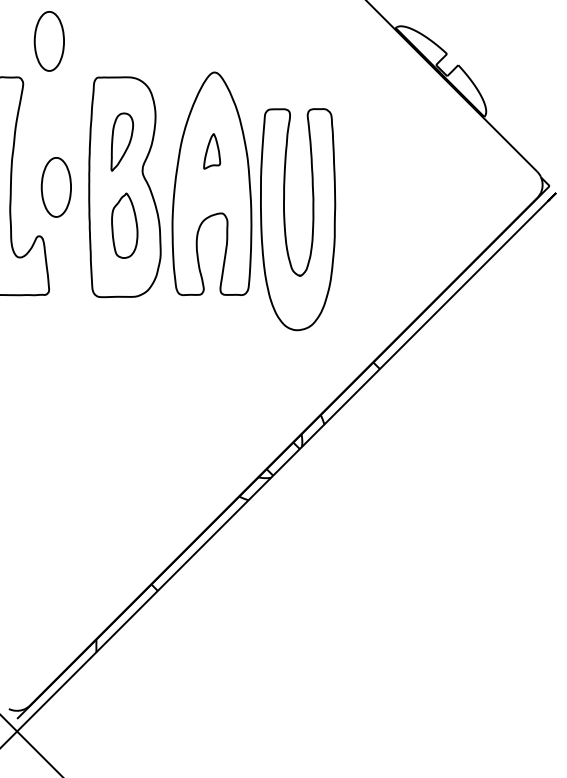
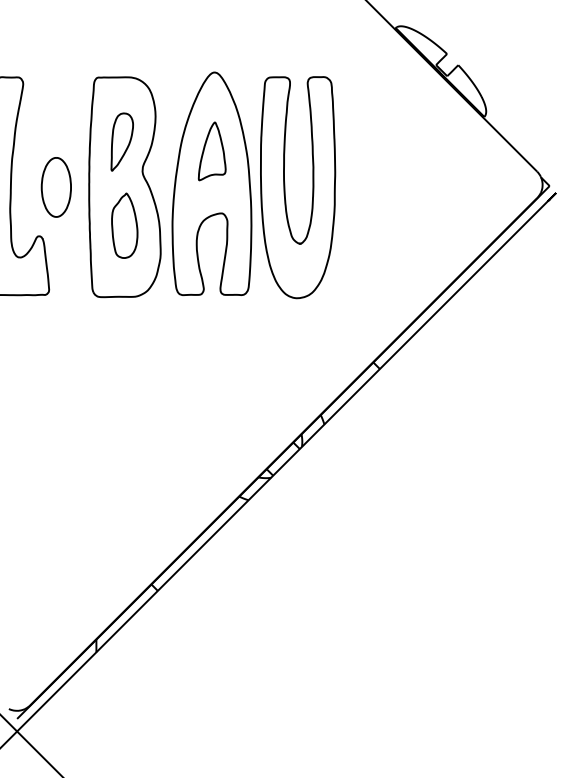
part at (48, 41): present -> none
part at (212, 151) size: 19x37 px -> 30x61 px
part at (285, 219) position: (285, 219) -> (285, 187)
